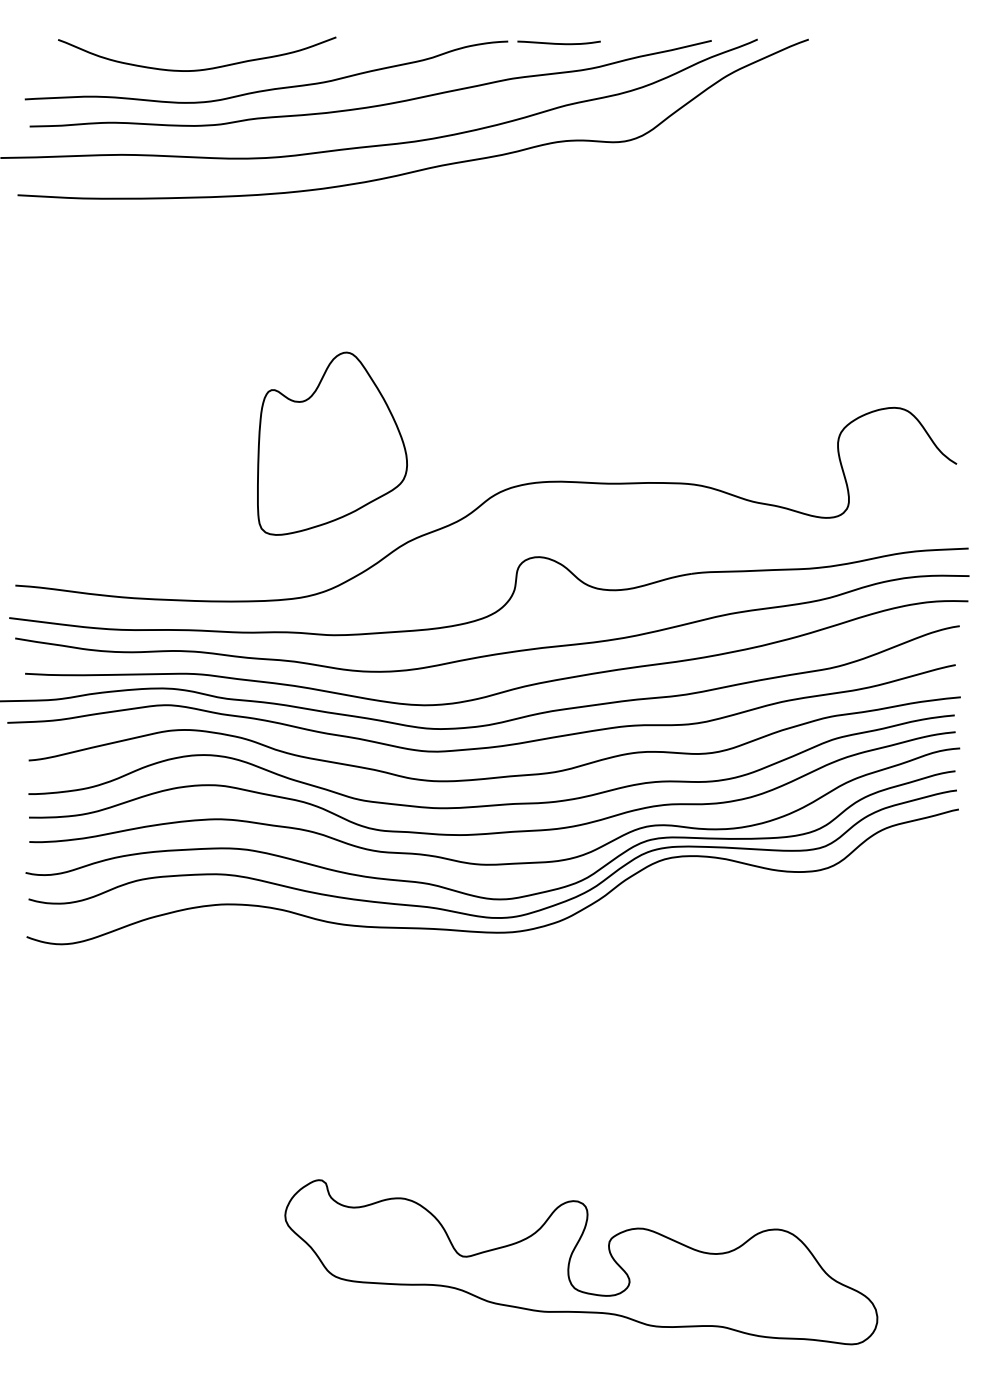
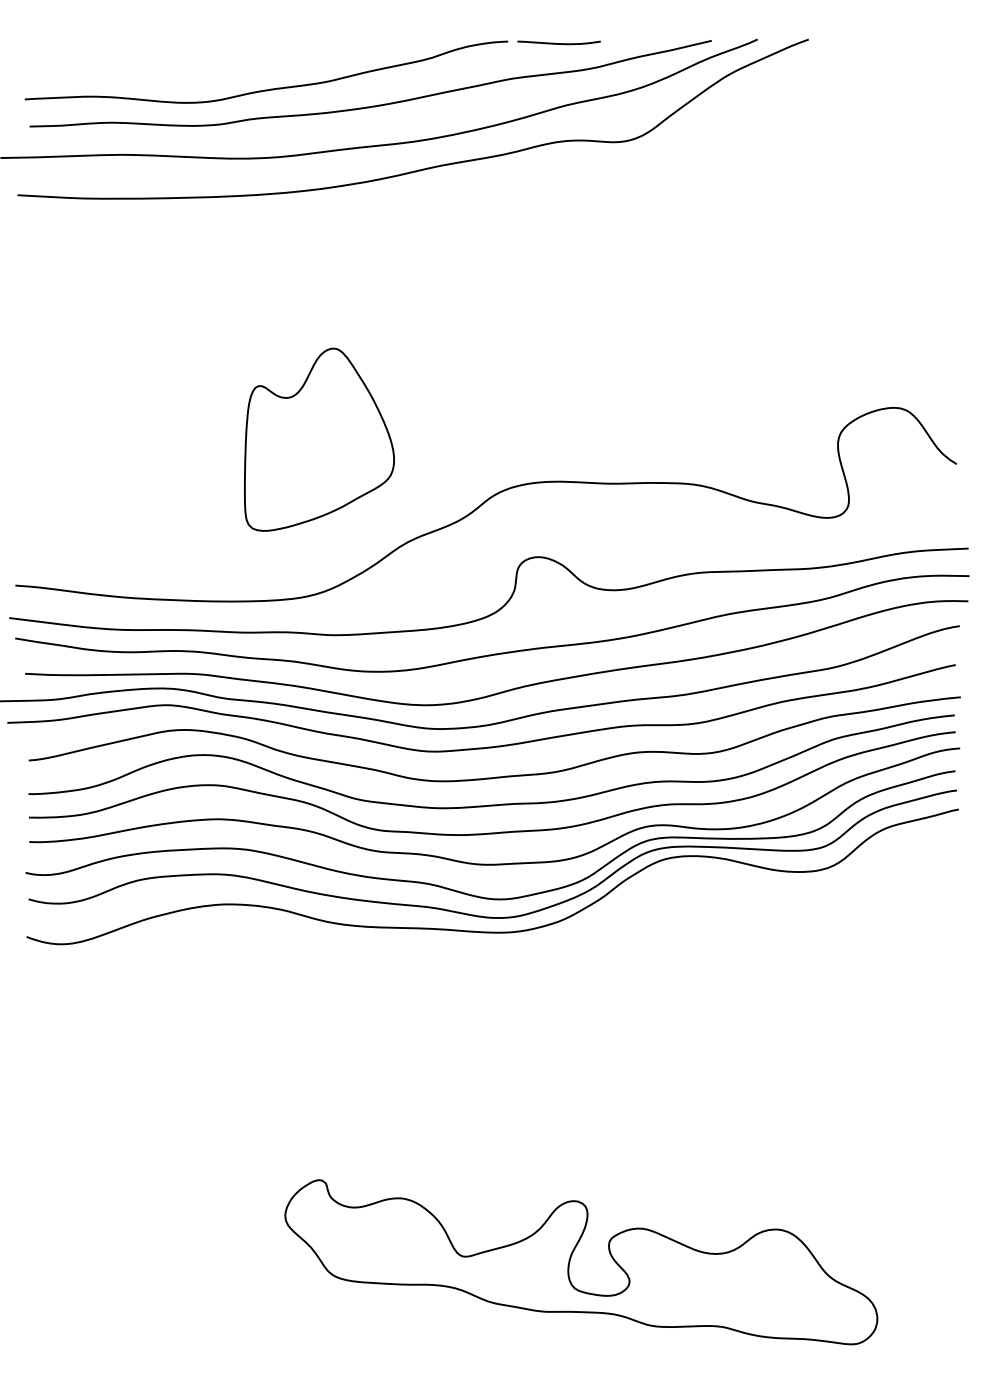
curve at (197, 69): present -> none
part at (332, 443) position: (332, 443) -> (319, 439)
